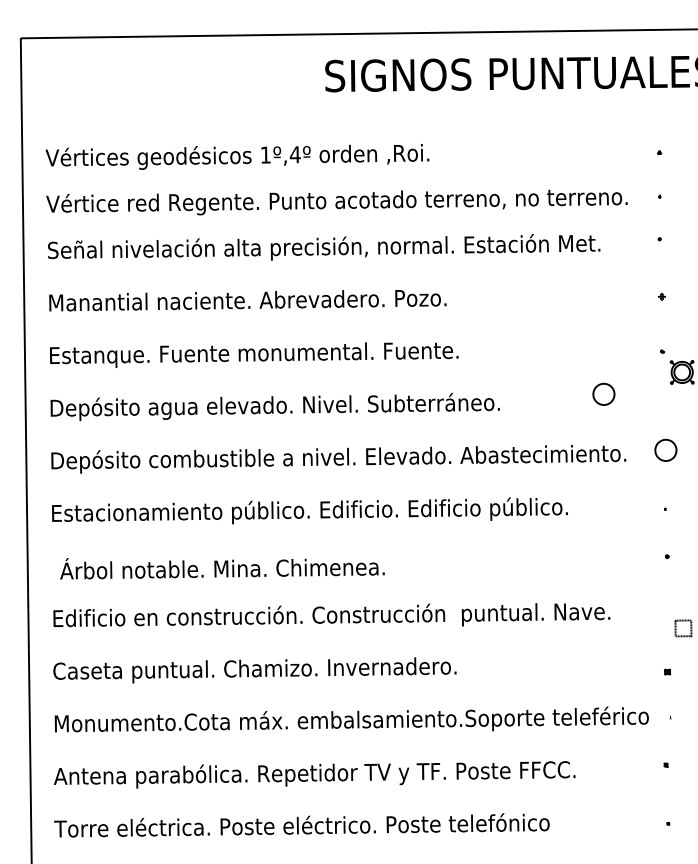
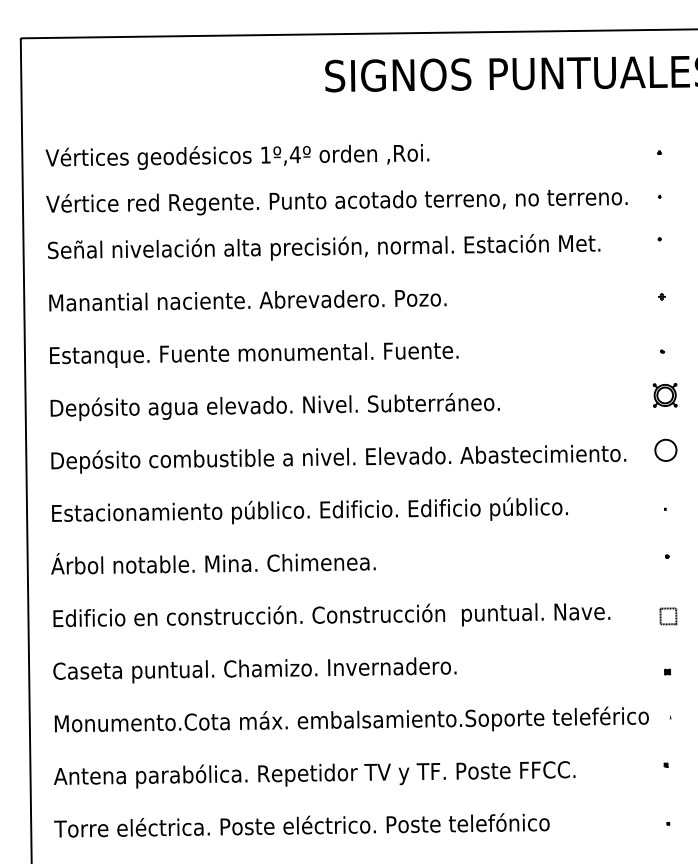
part at (681, 372) position: (681, 372) -> (664, 395)
part at (603, 393): present -> none
text at (222, 568) position: (222, 568) -> (213, 563)
part at (683, 628) position: (683, 628) -> (668, 616)
